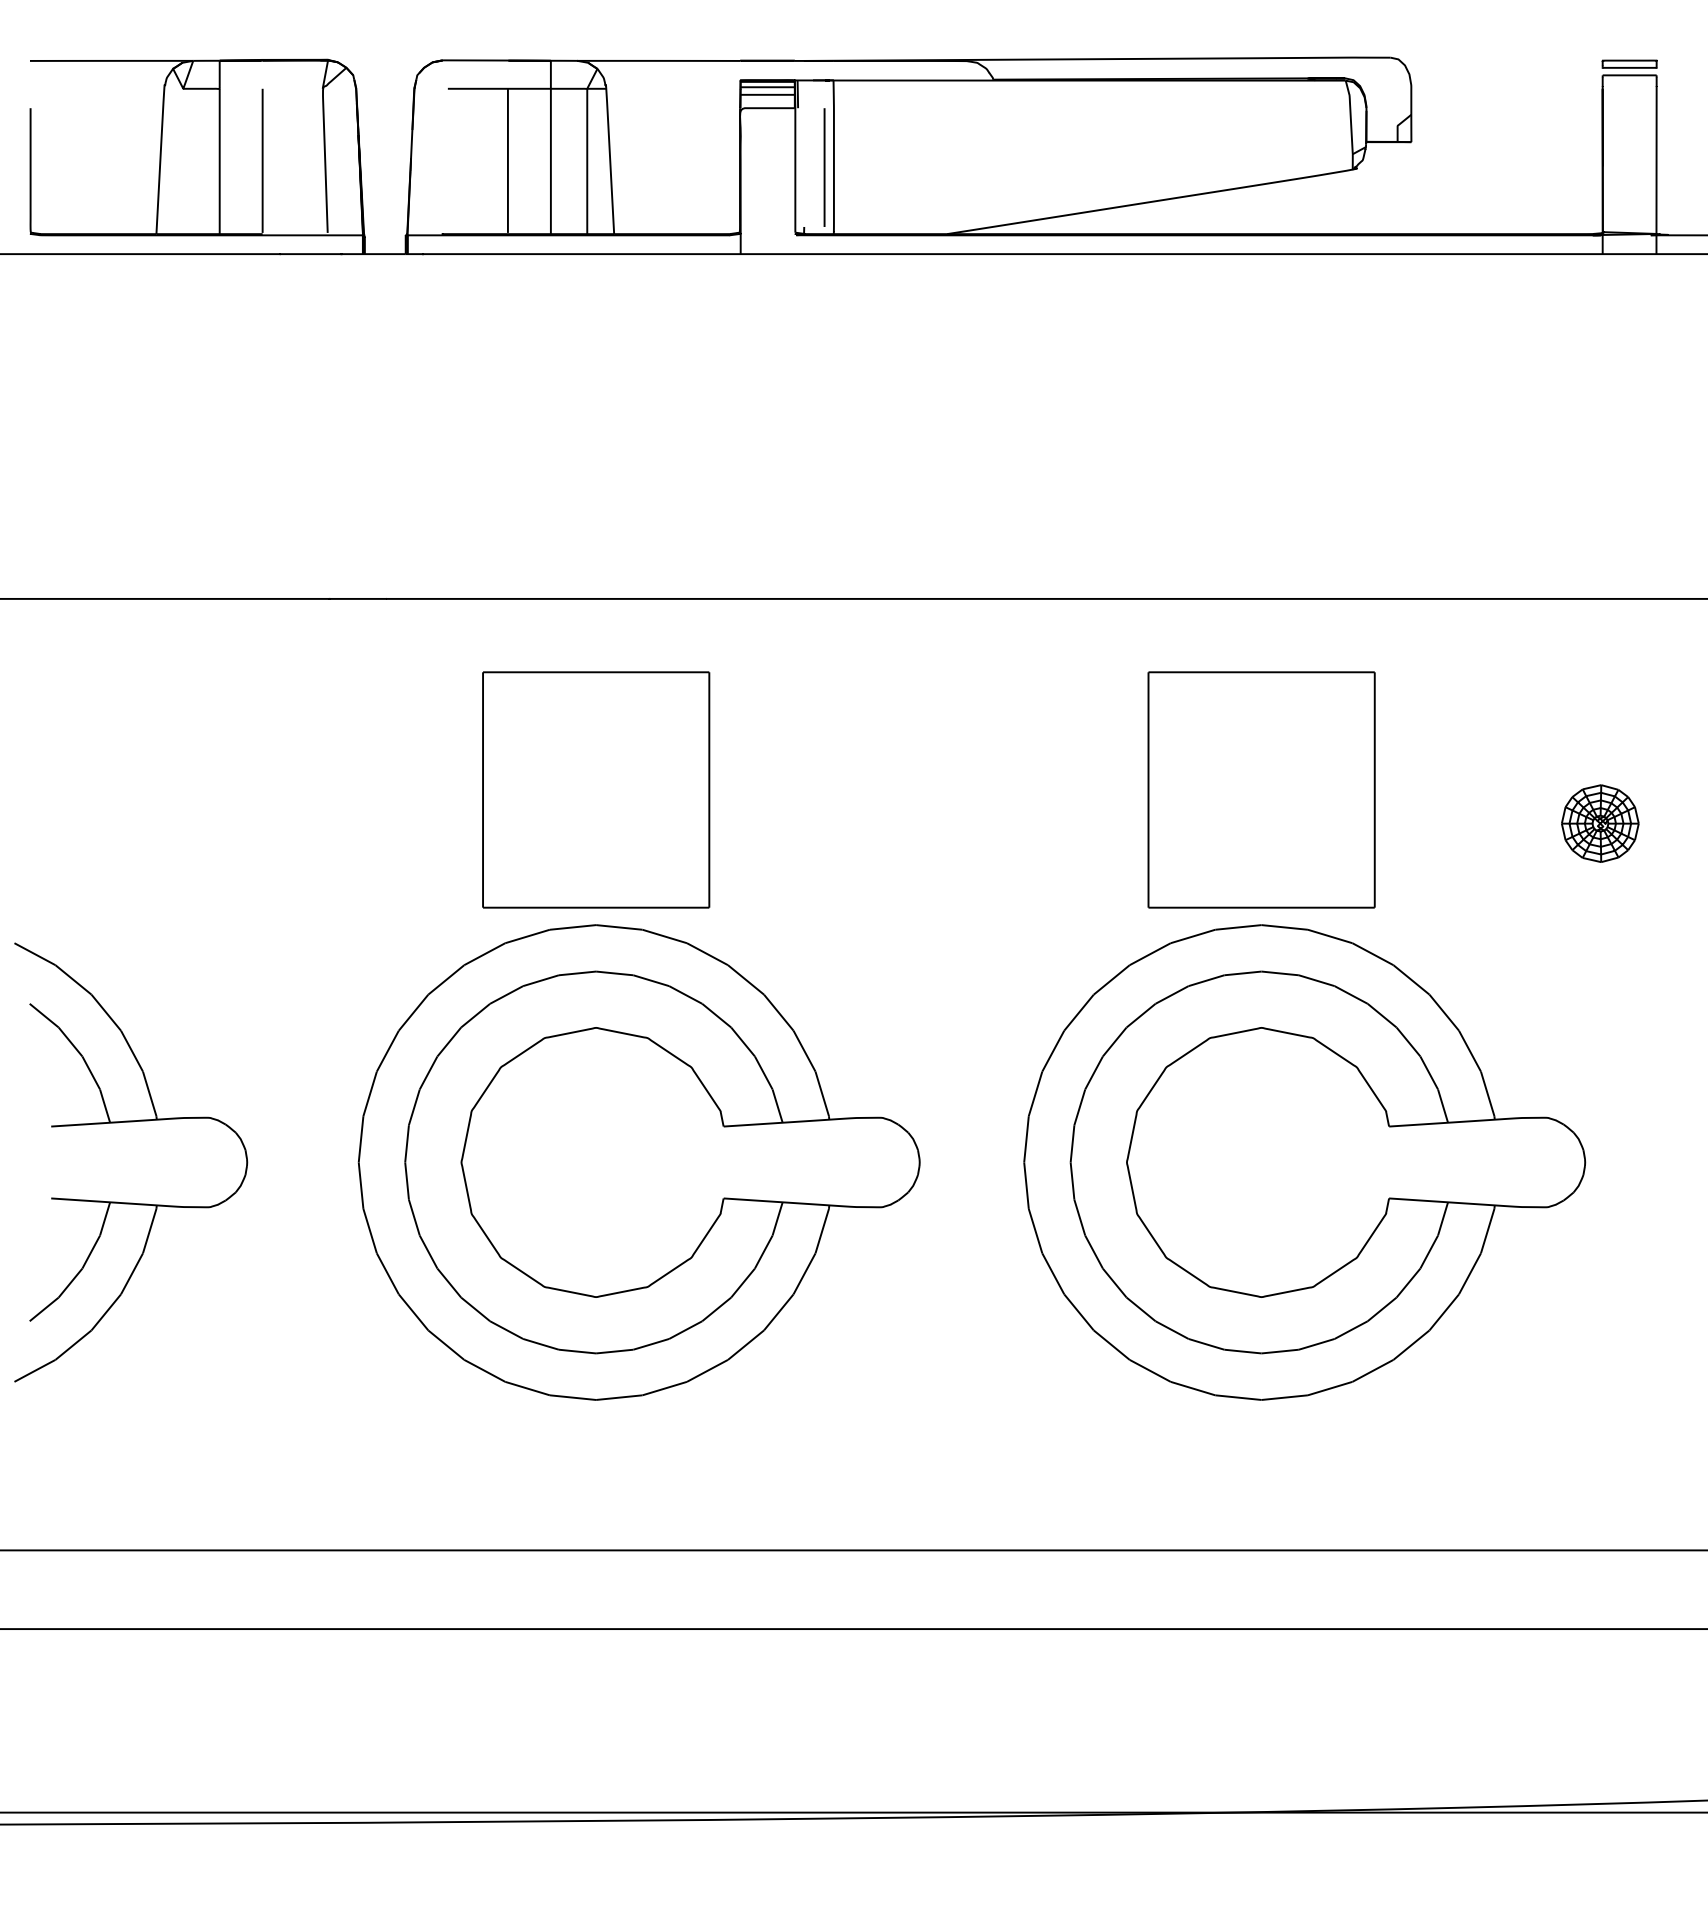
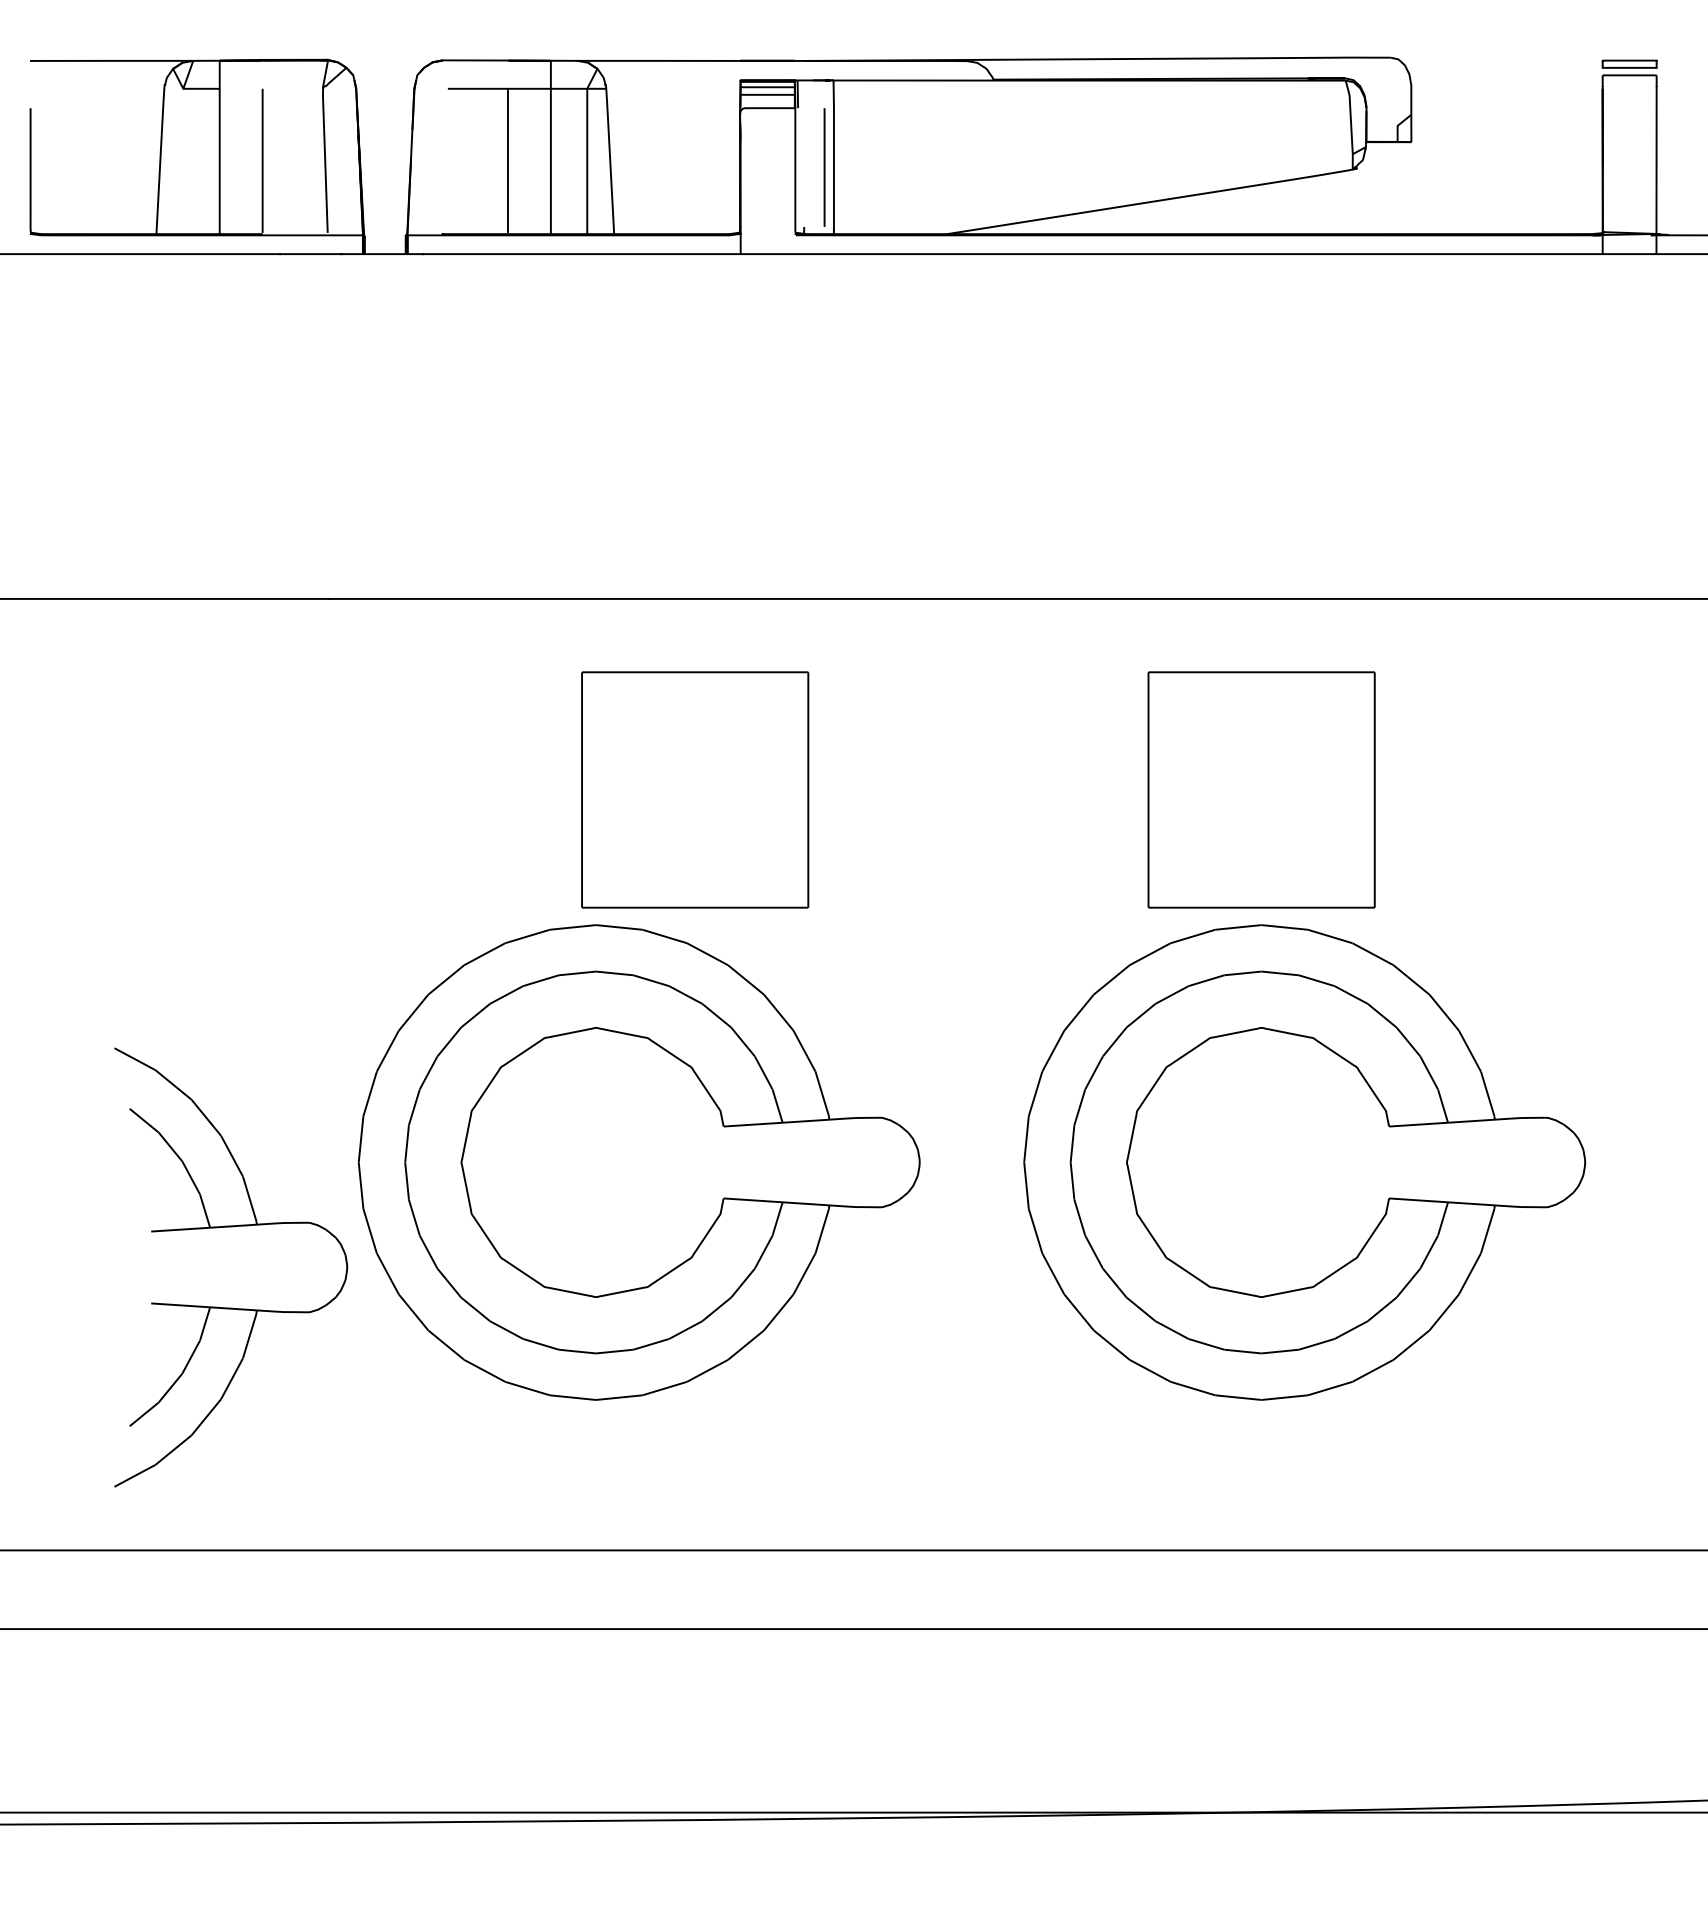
part at (596, 789) position: (596, 789) -> (695, 789)
part at (1600, 823): present -> none
part at (131, 1122) position: (131, 1122) -> (231, 1227)
